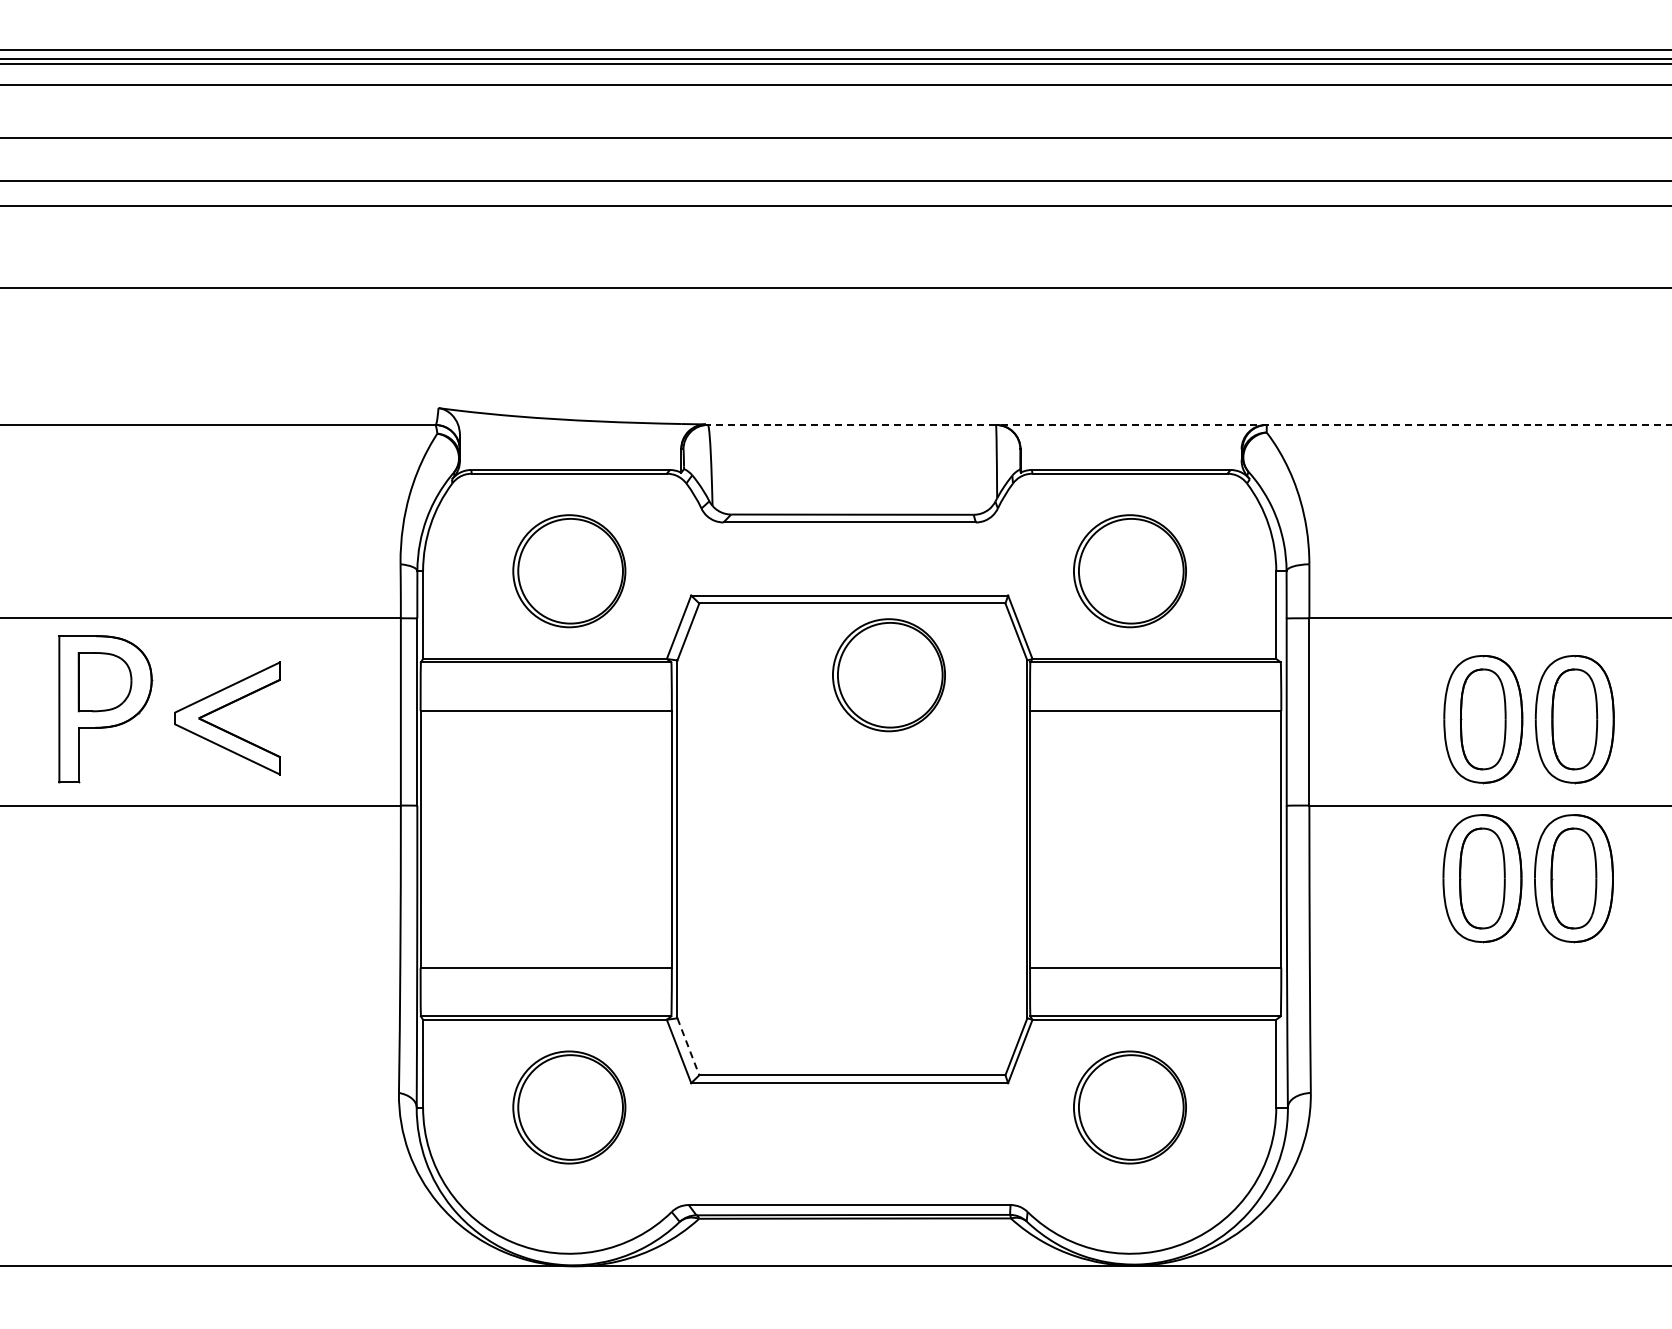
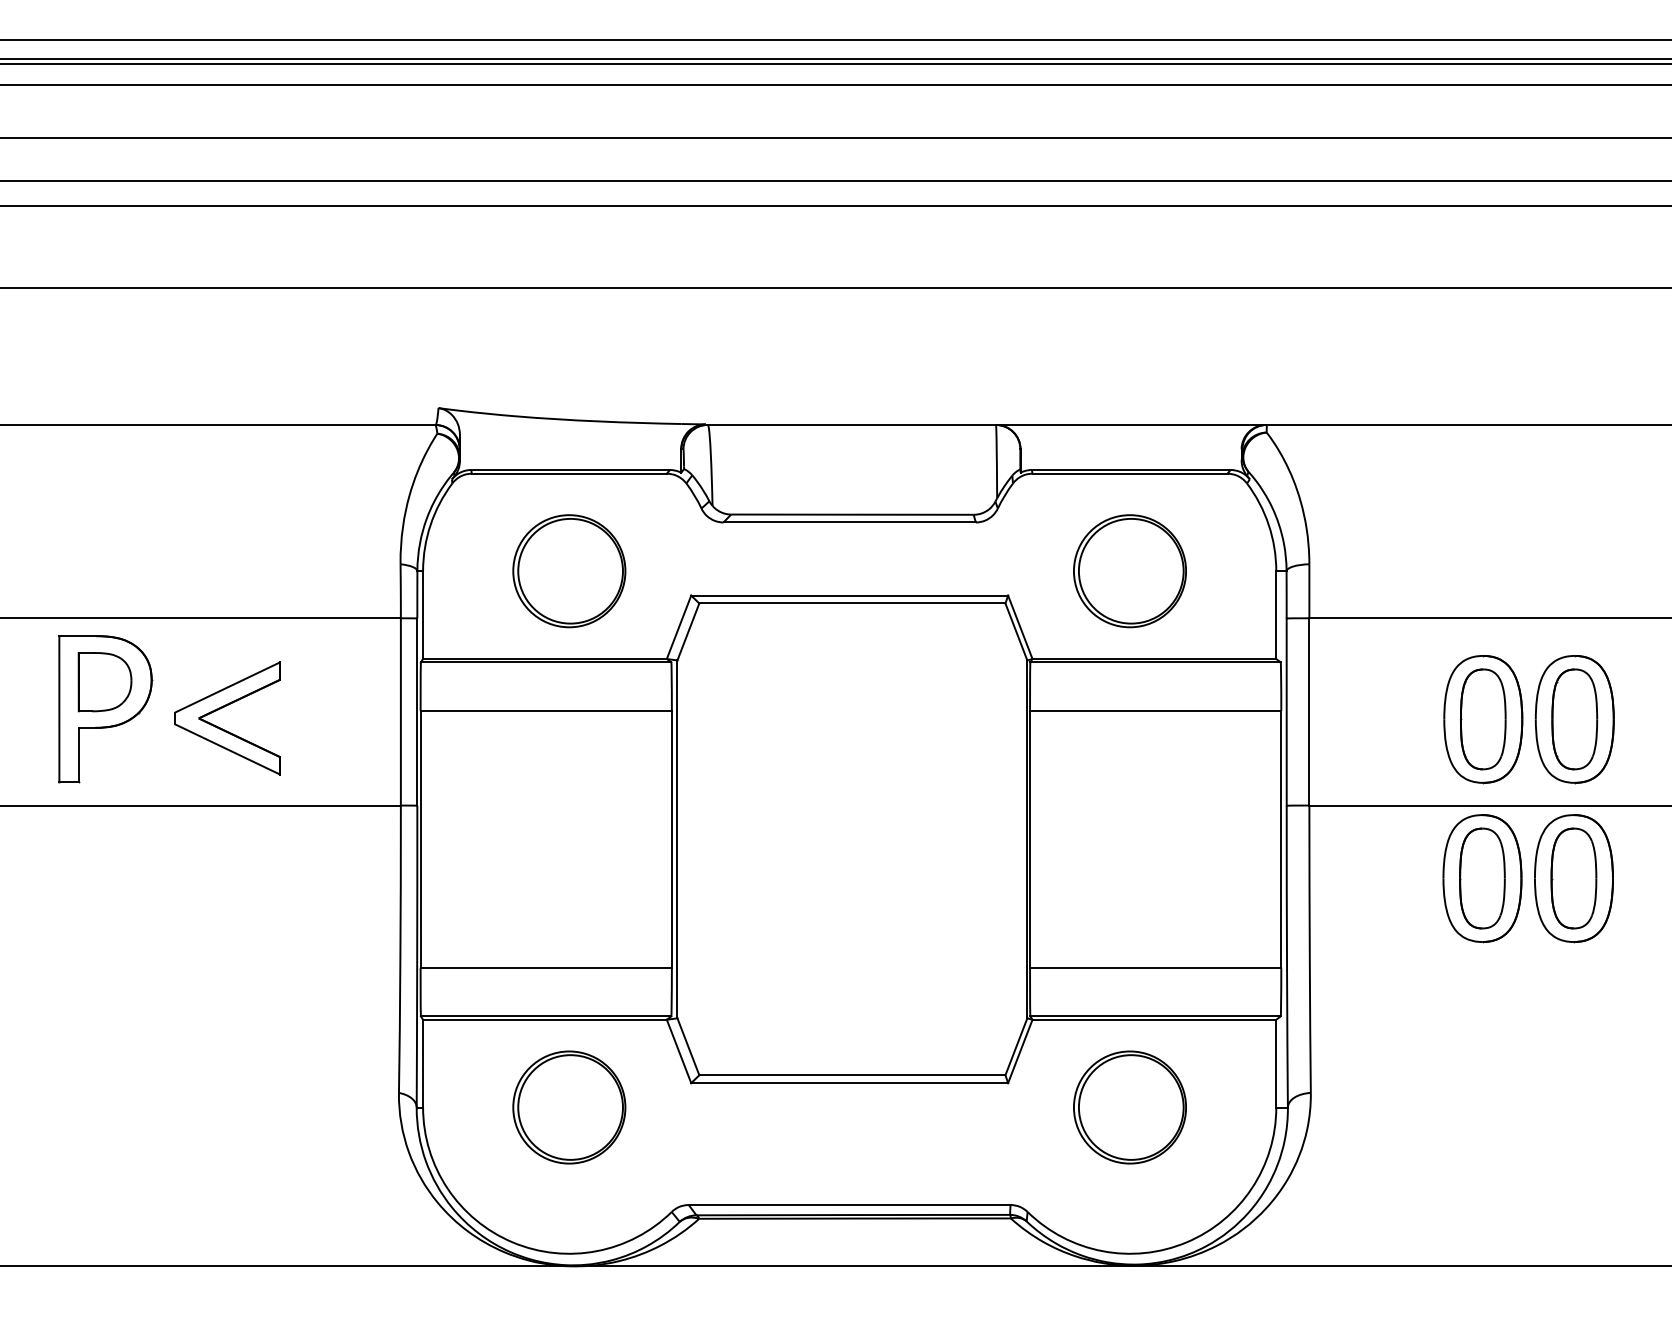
line at (835, 49) position: (835, 49) -> (835, 39)
line at (1188, 424): dashed -> solid
part at (888, 675): present -> none
line at (688, 1046): dashed -> solid
